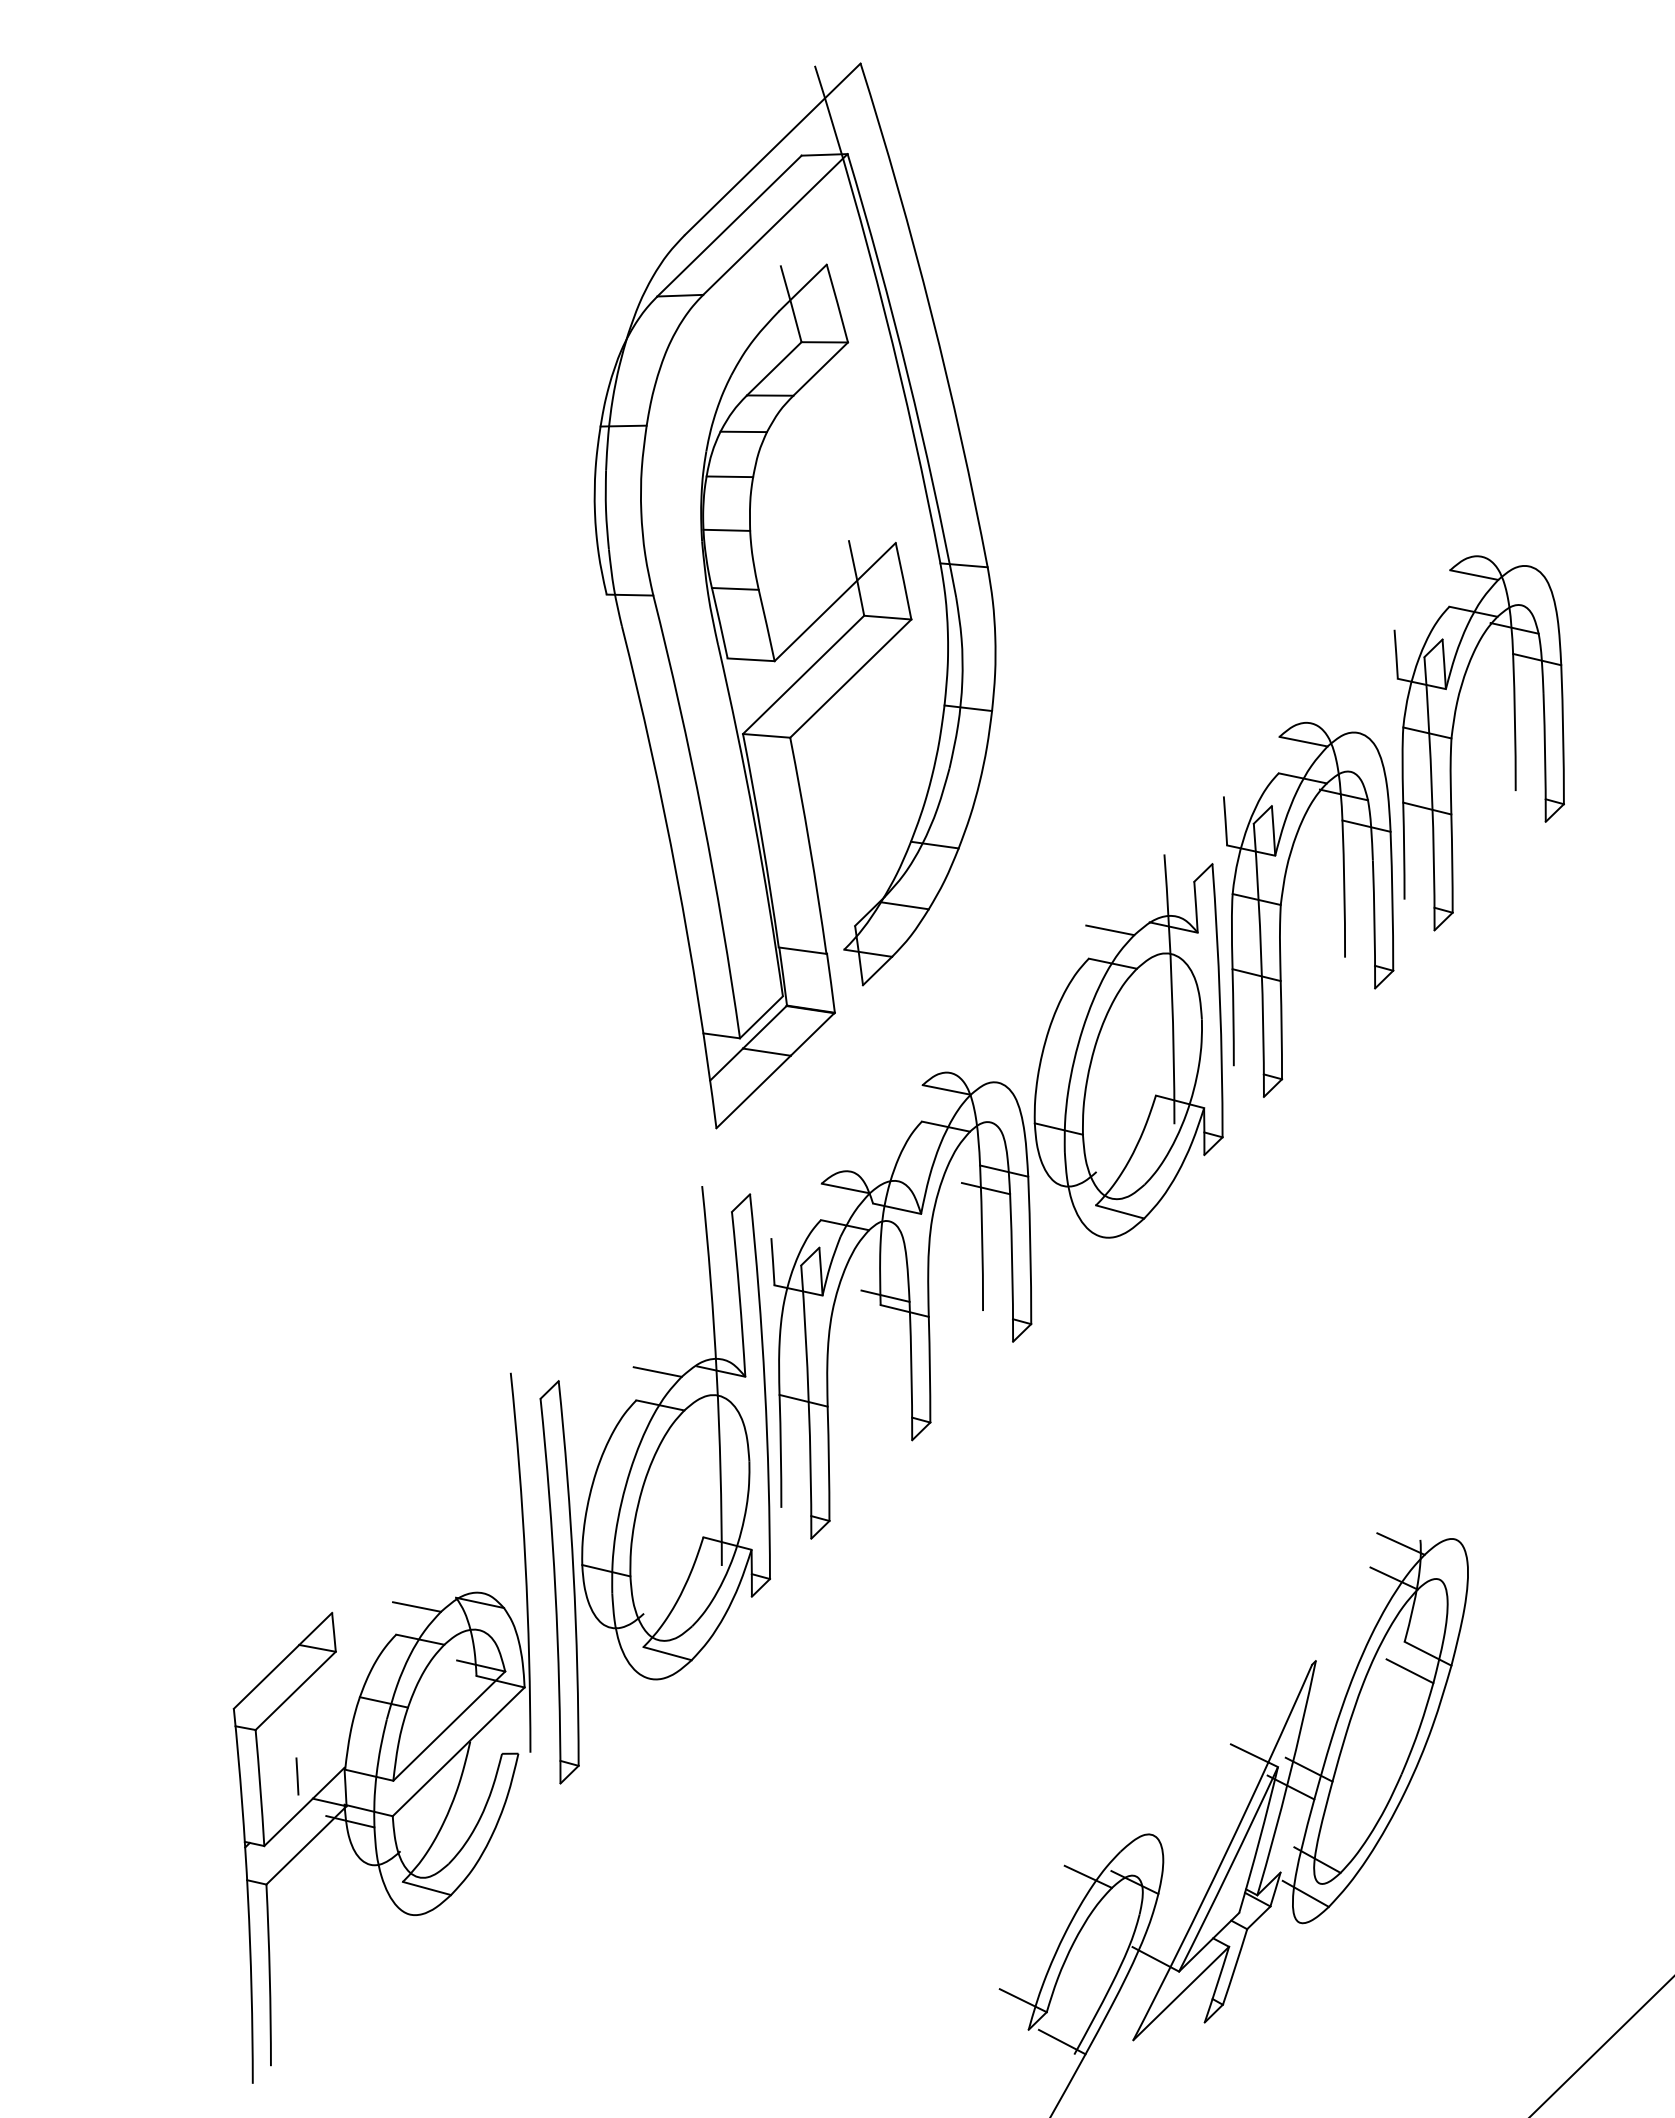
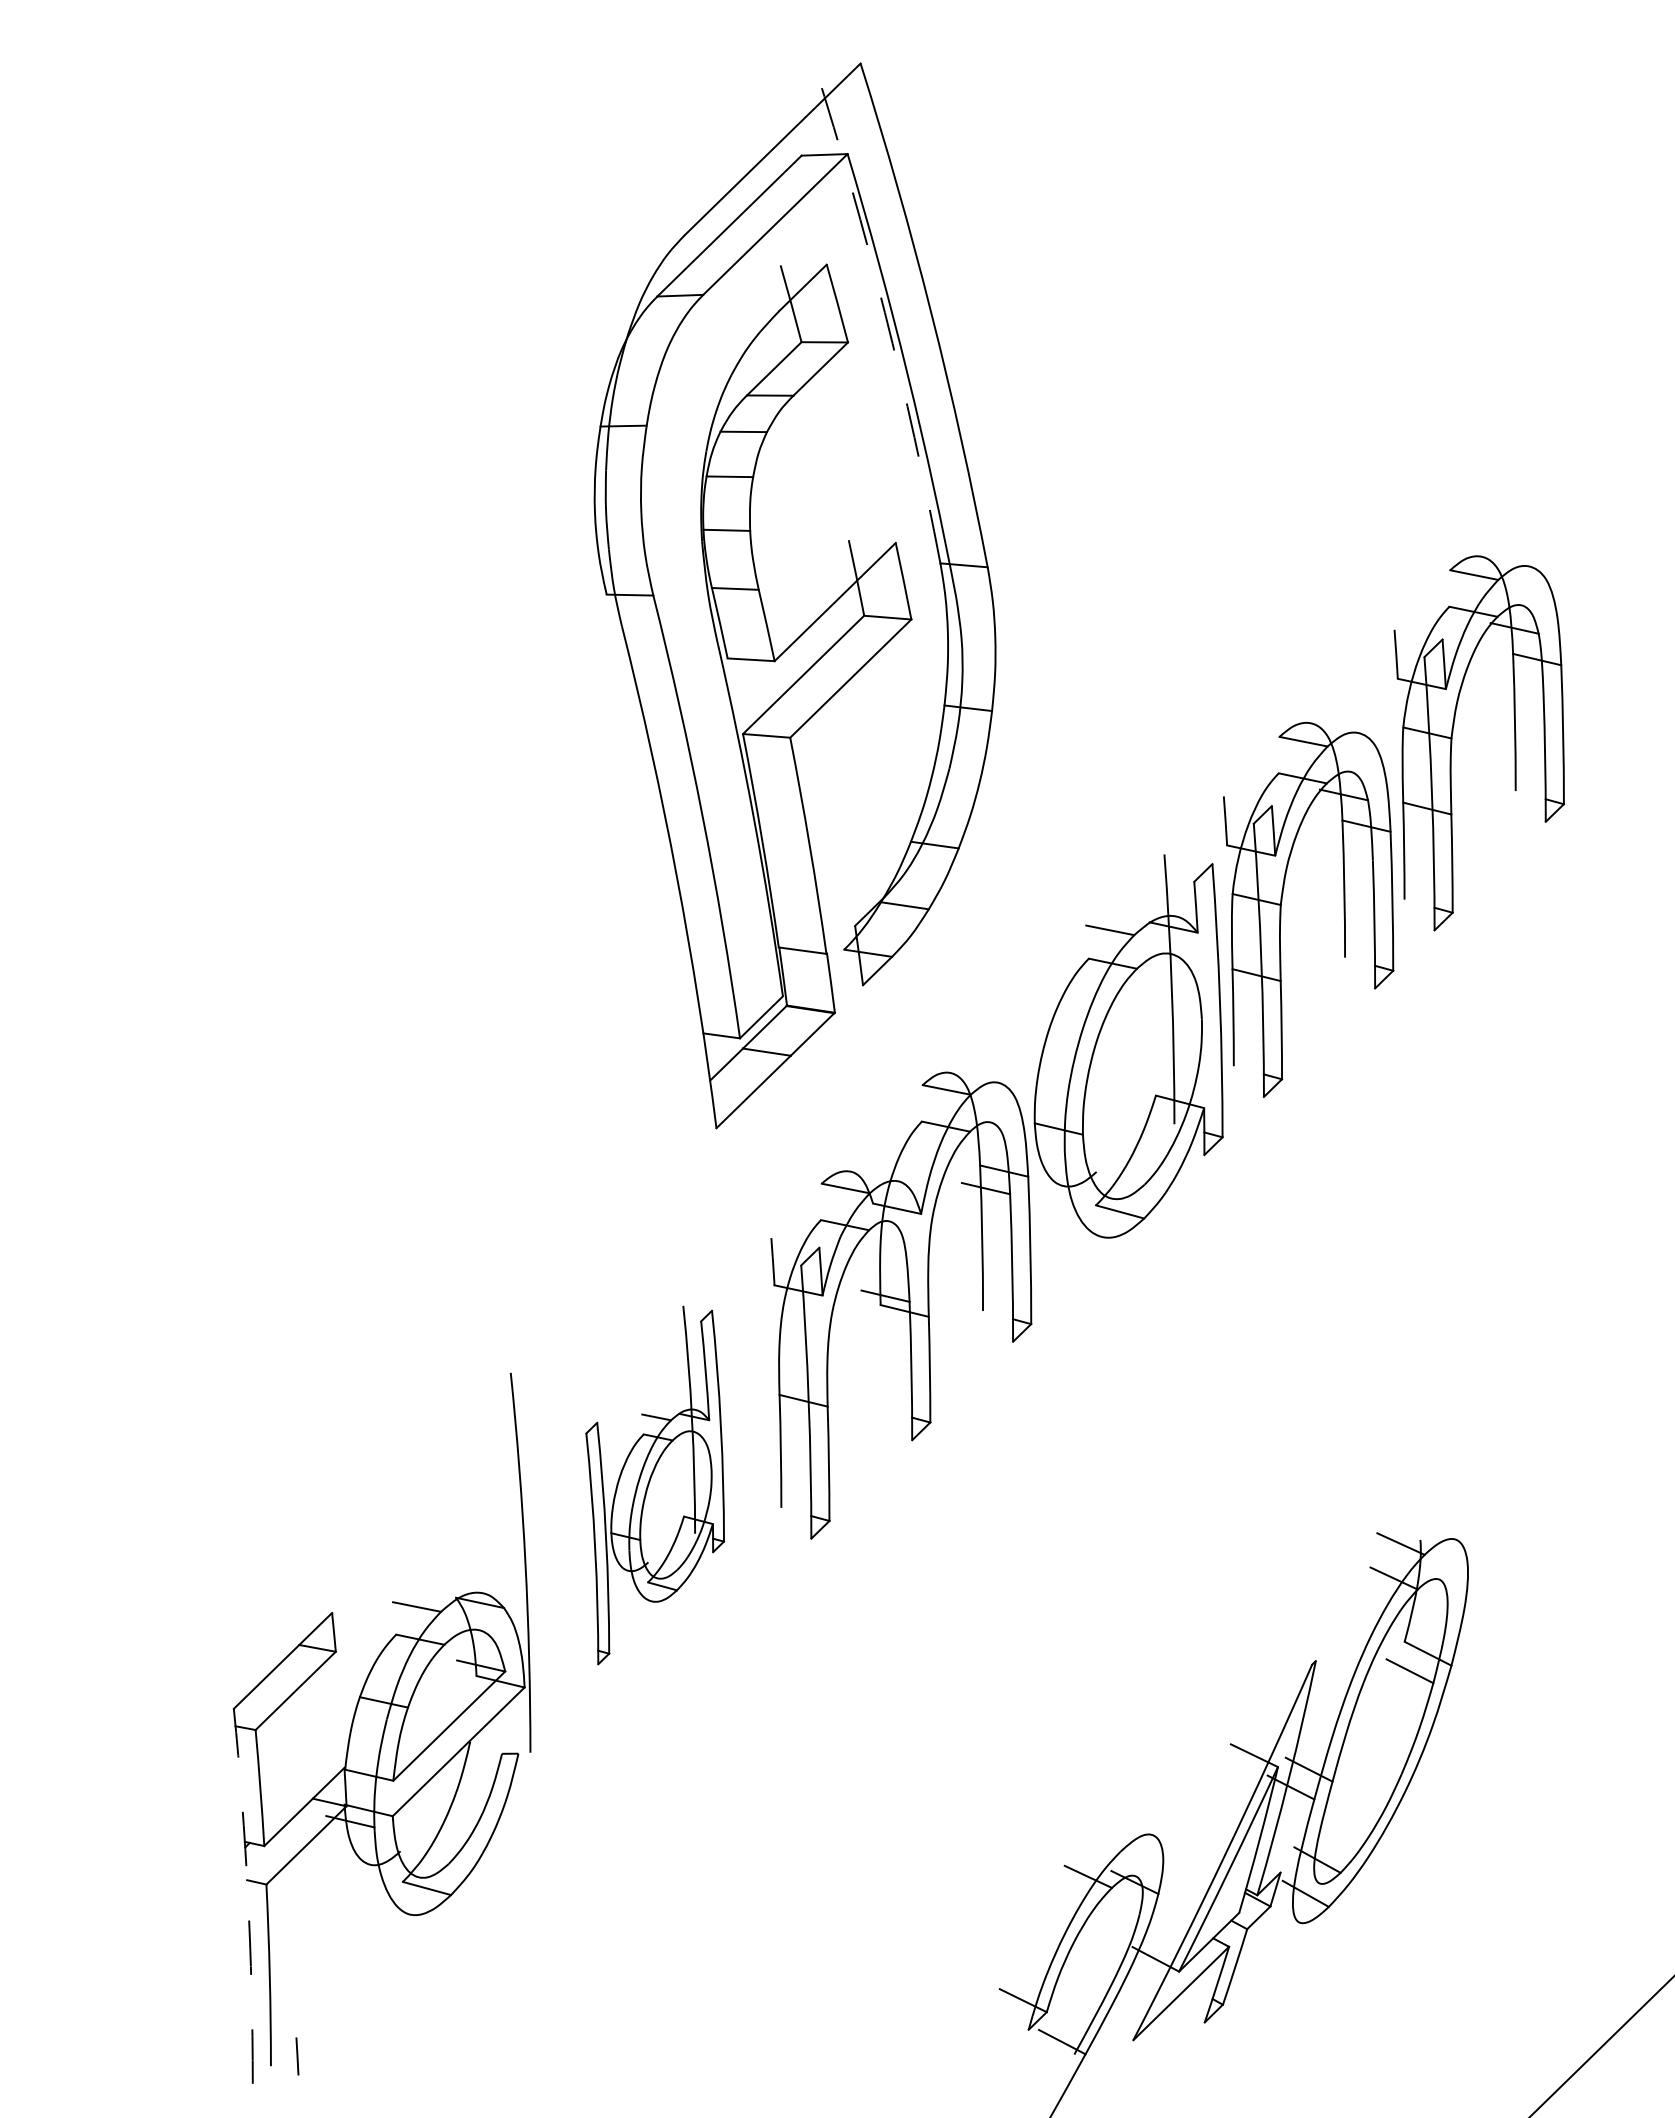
arc at (884, 312): solid -> dashed
part at (654, 1485) size: 232x599 px -> 141x361 px
line at (297, 1776) position: (297, 1776) -> (297, 2056)
arc at (248, 1896): solid -> dashed
